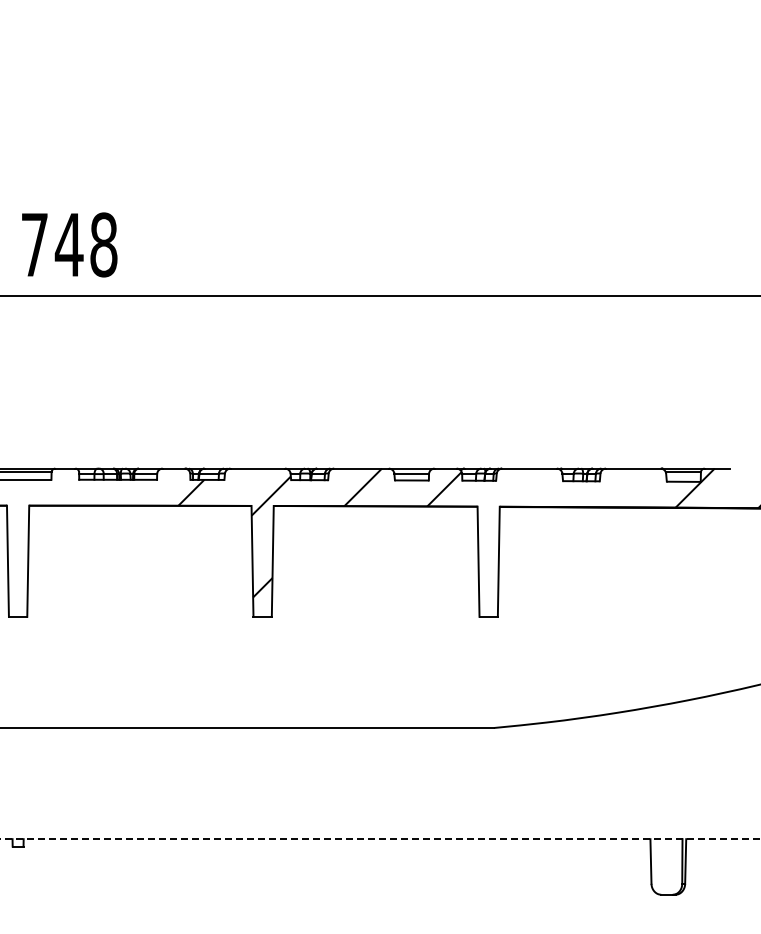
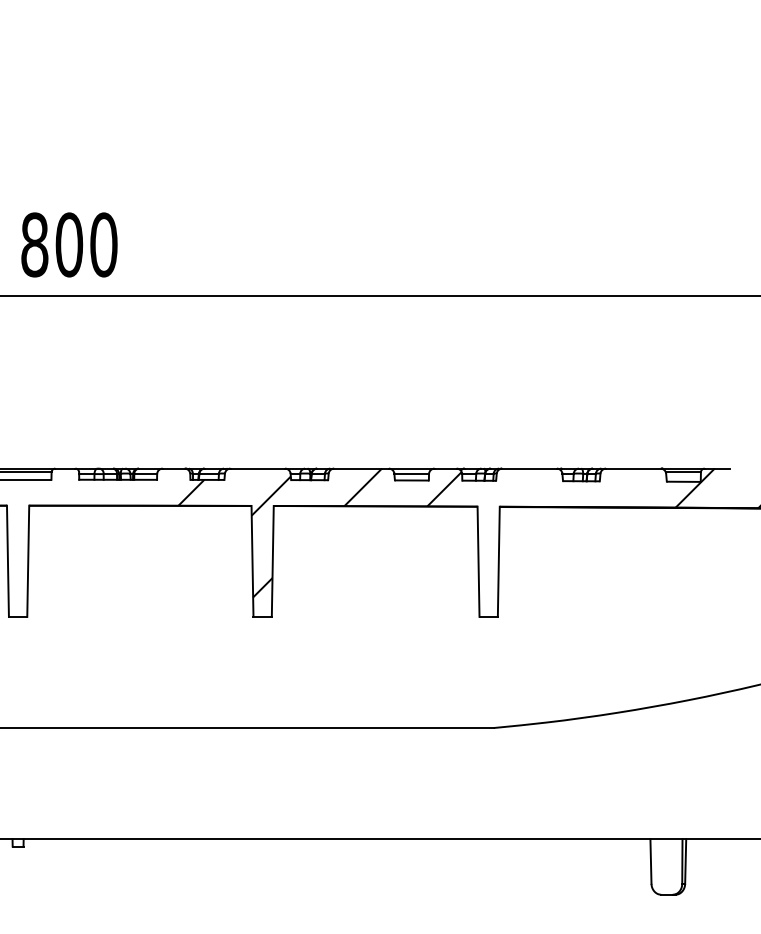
text at (69, 244): 748 -> 800
line at (380, 839): dashed -> solid
